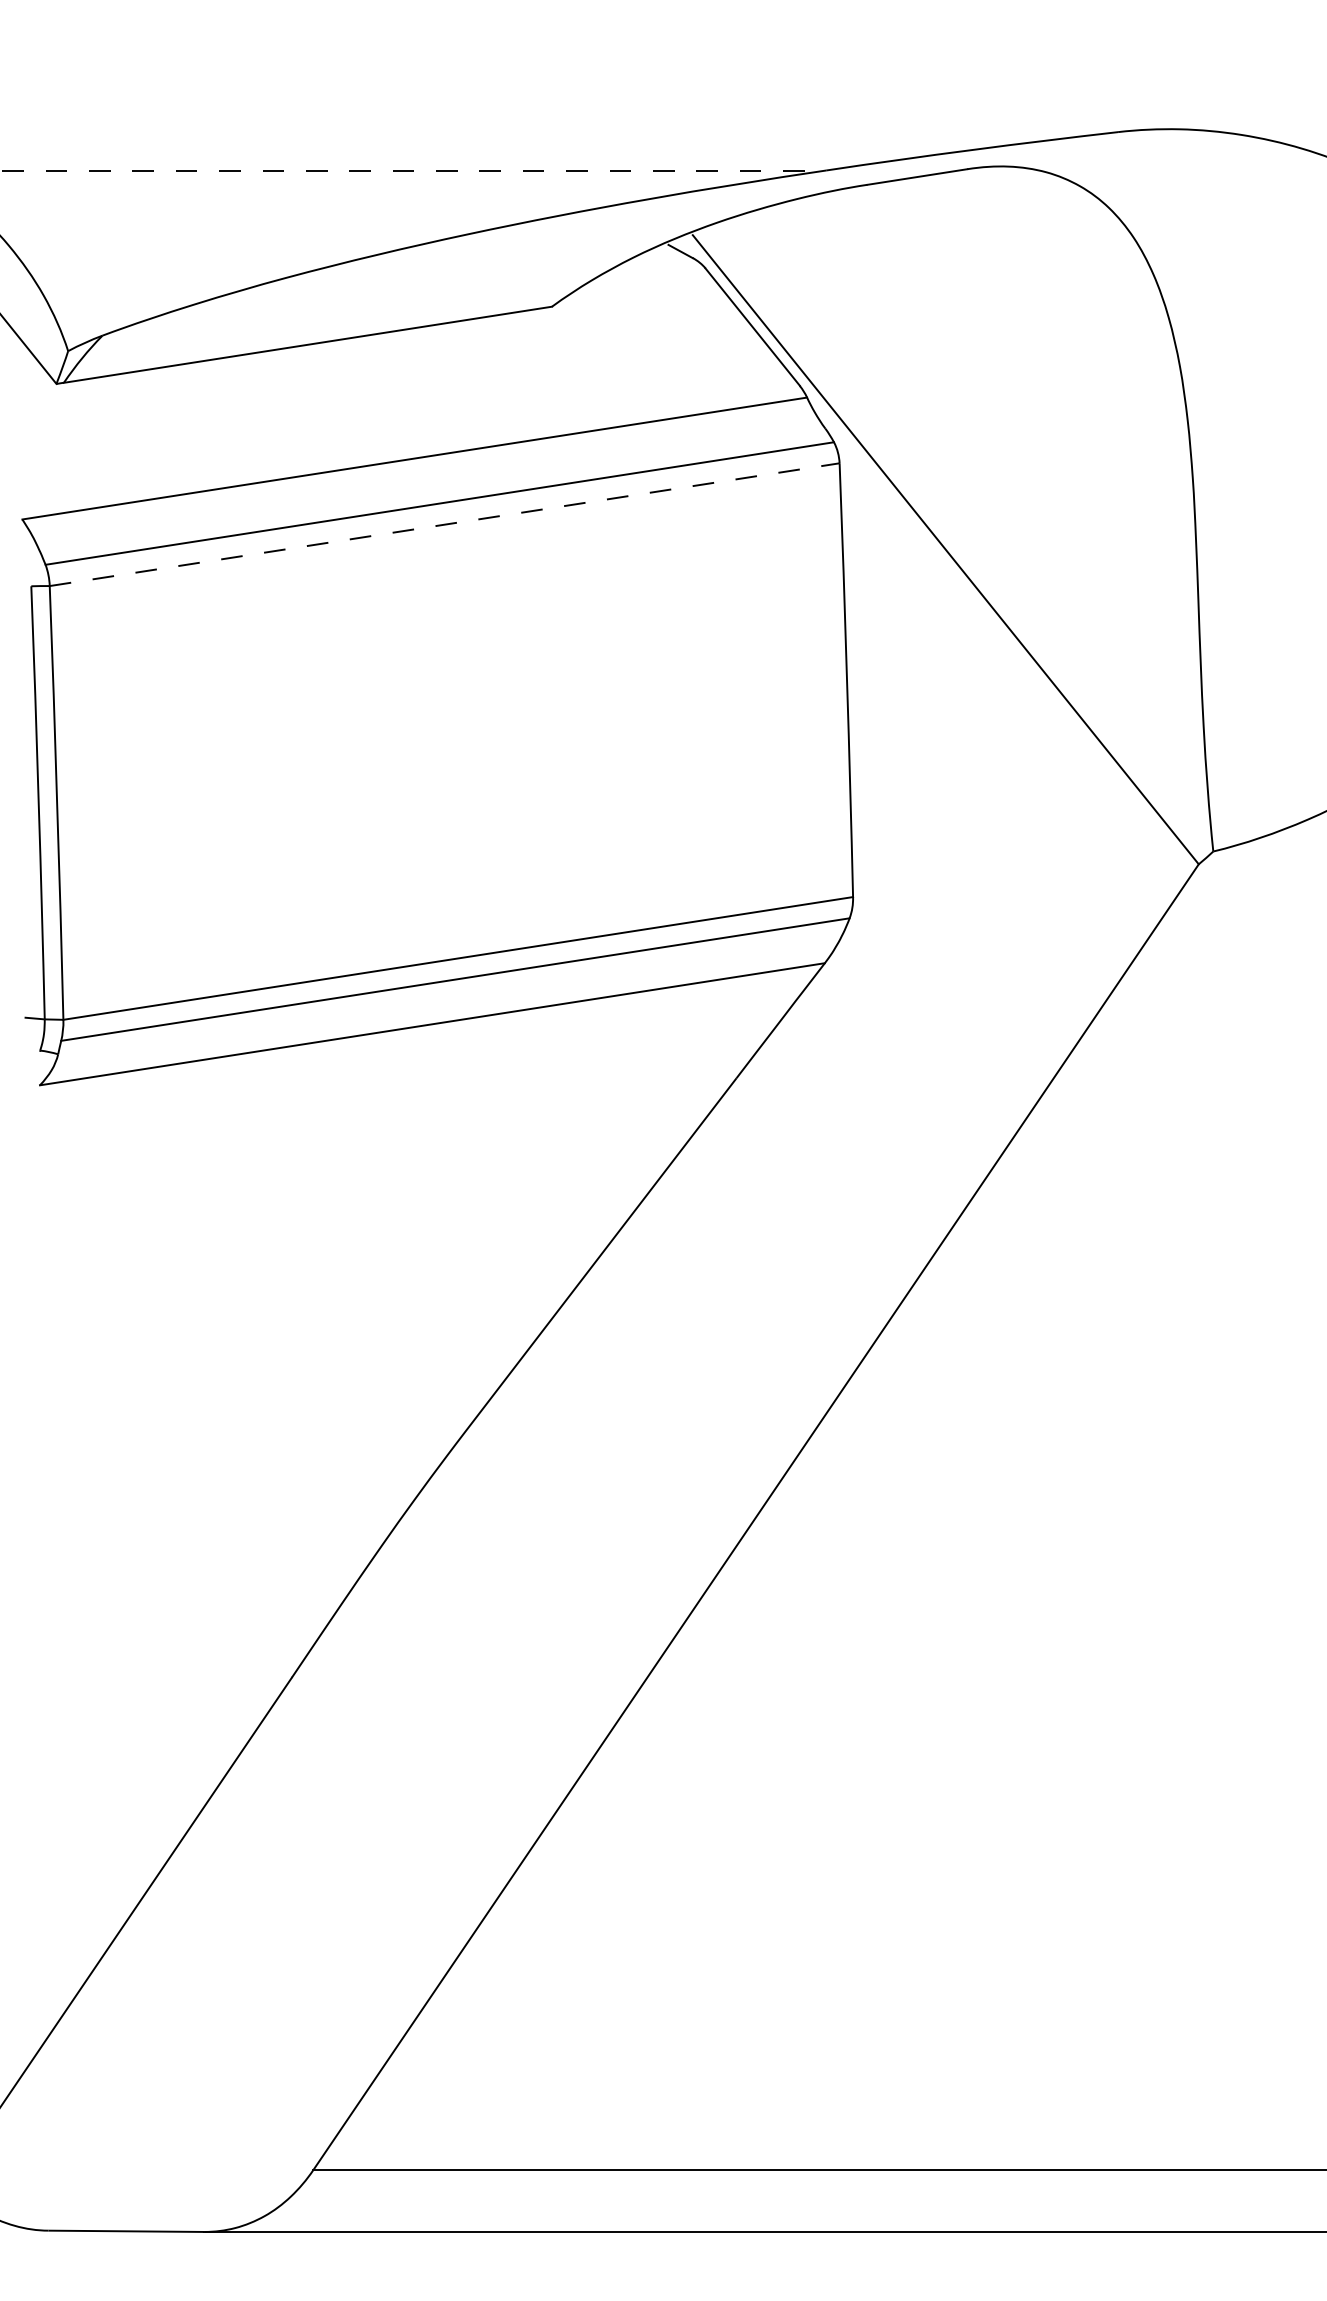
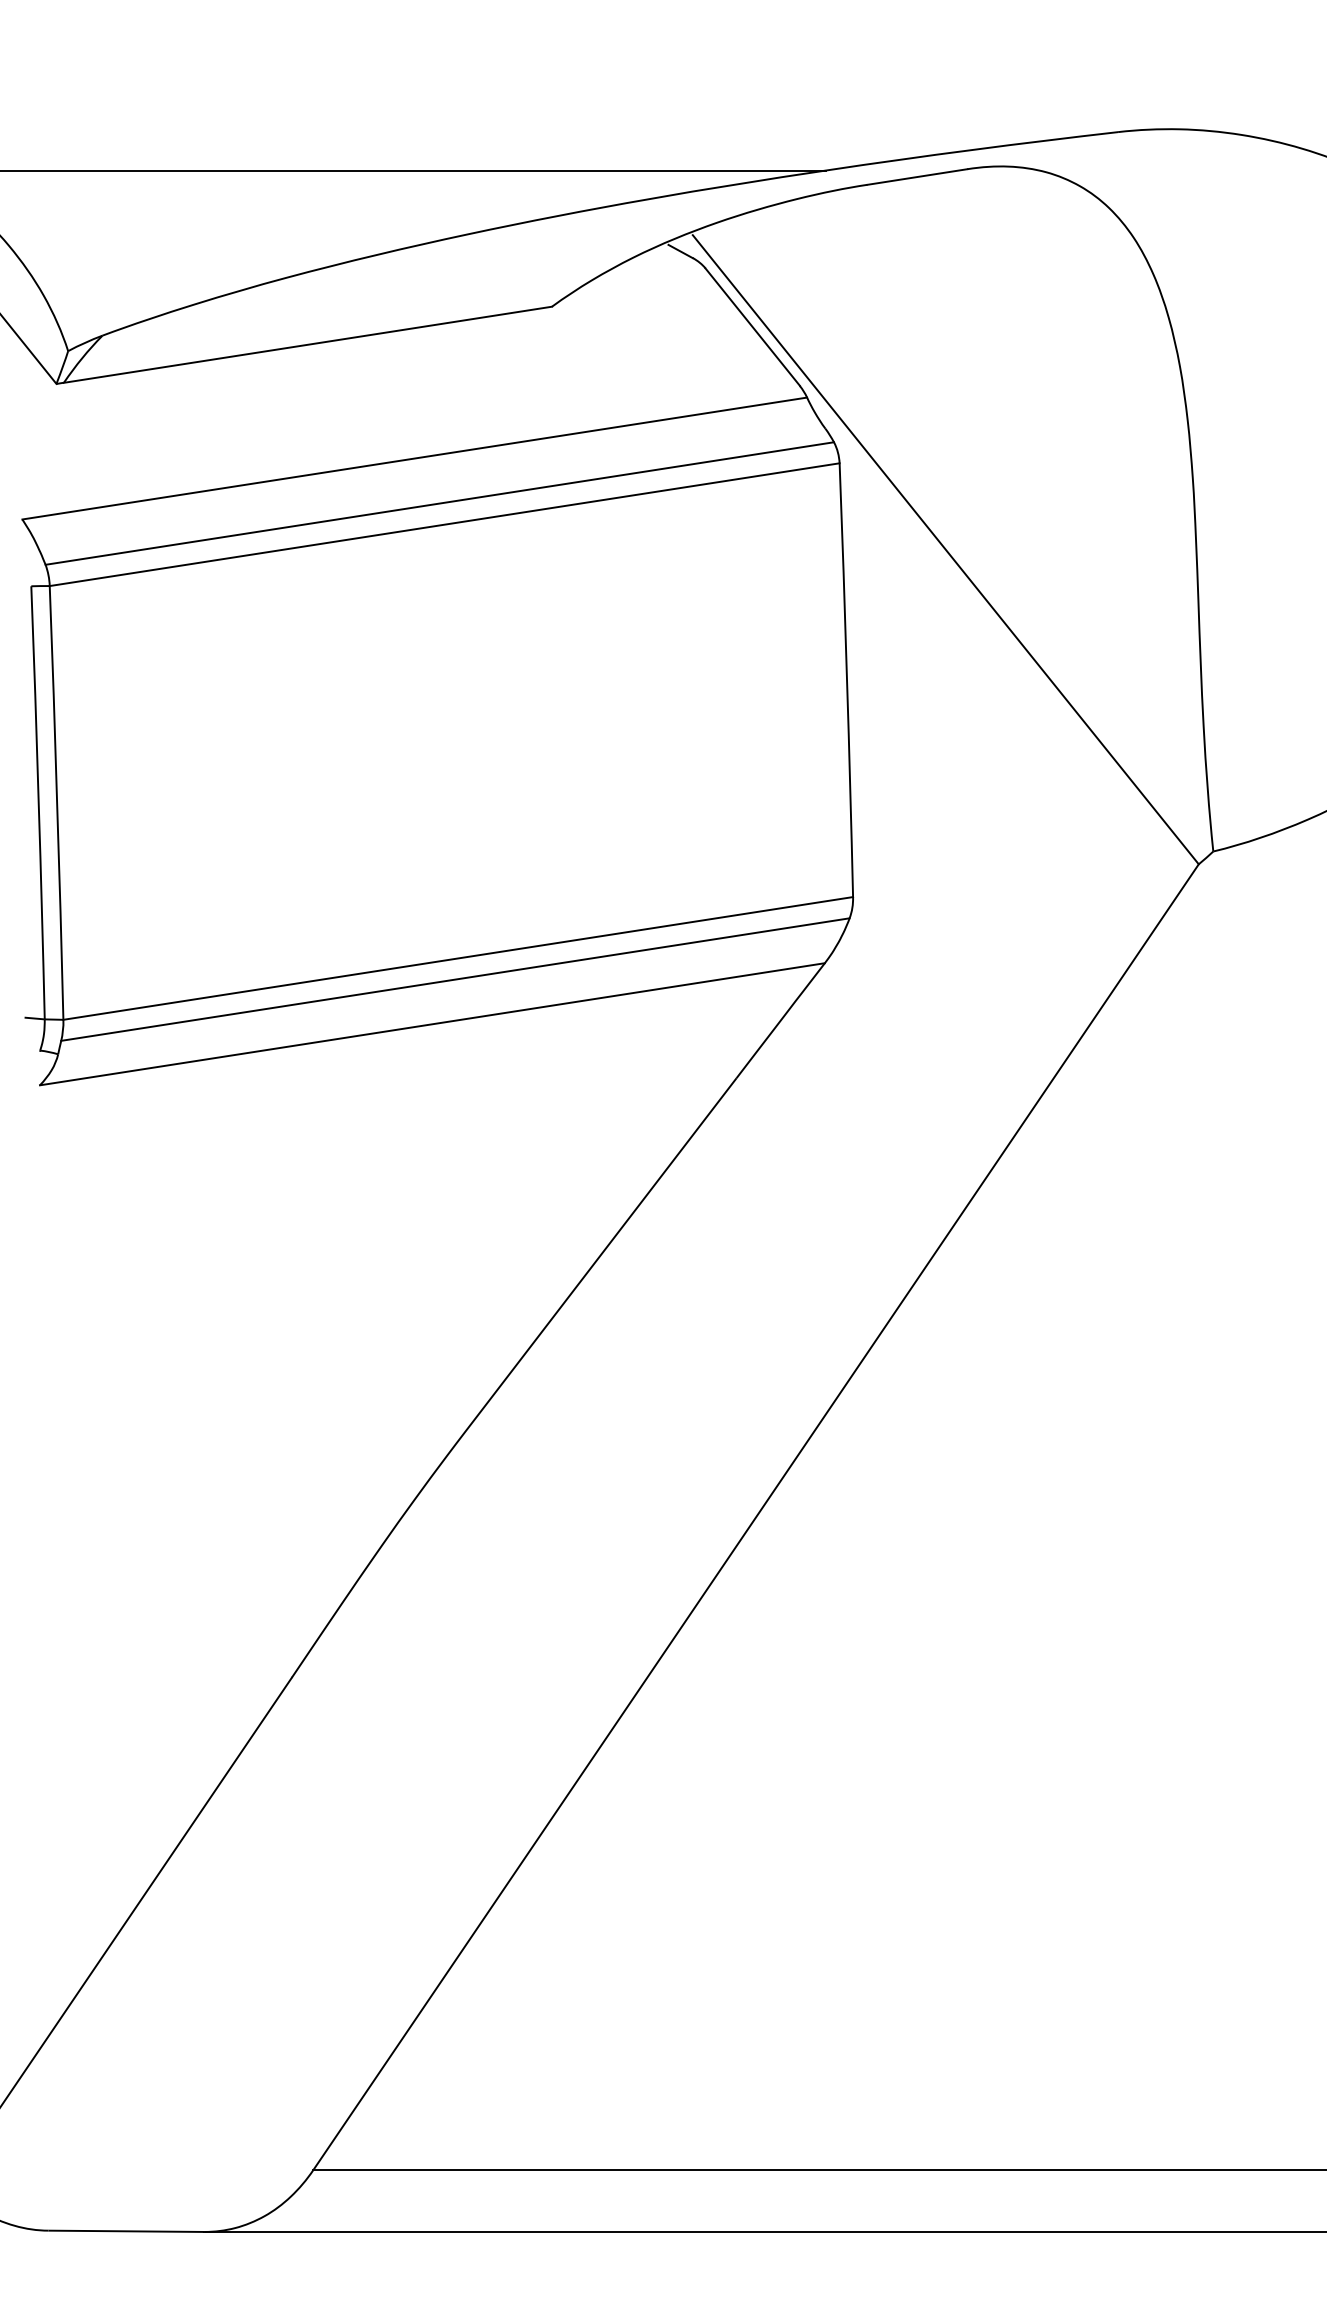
line at (413, 170): dashed -> solid
line at (444, 524): dashed -> solid
